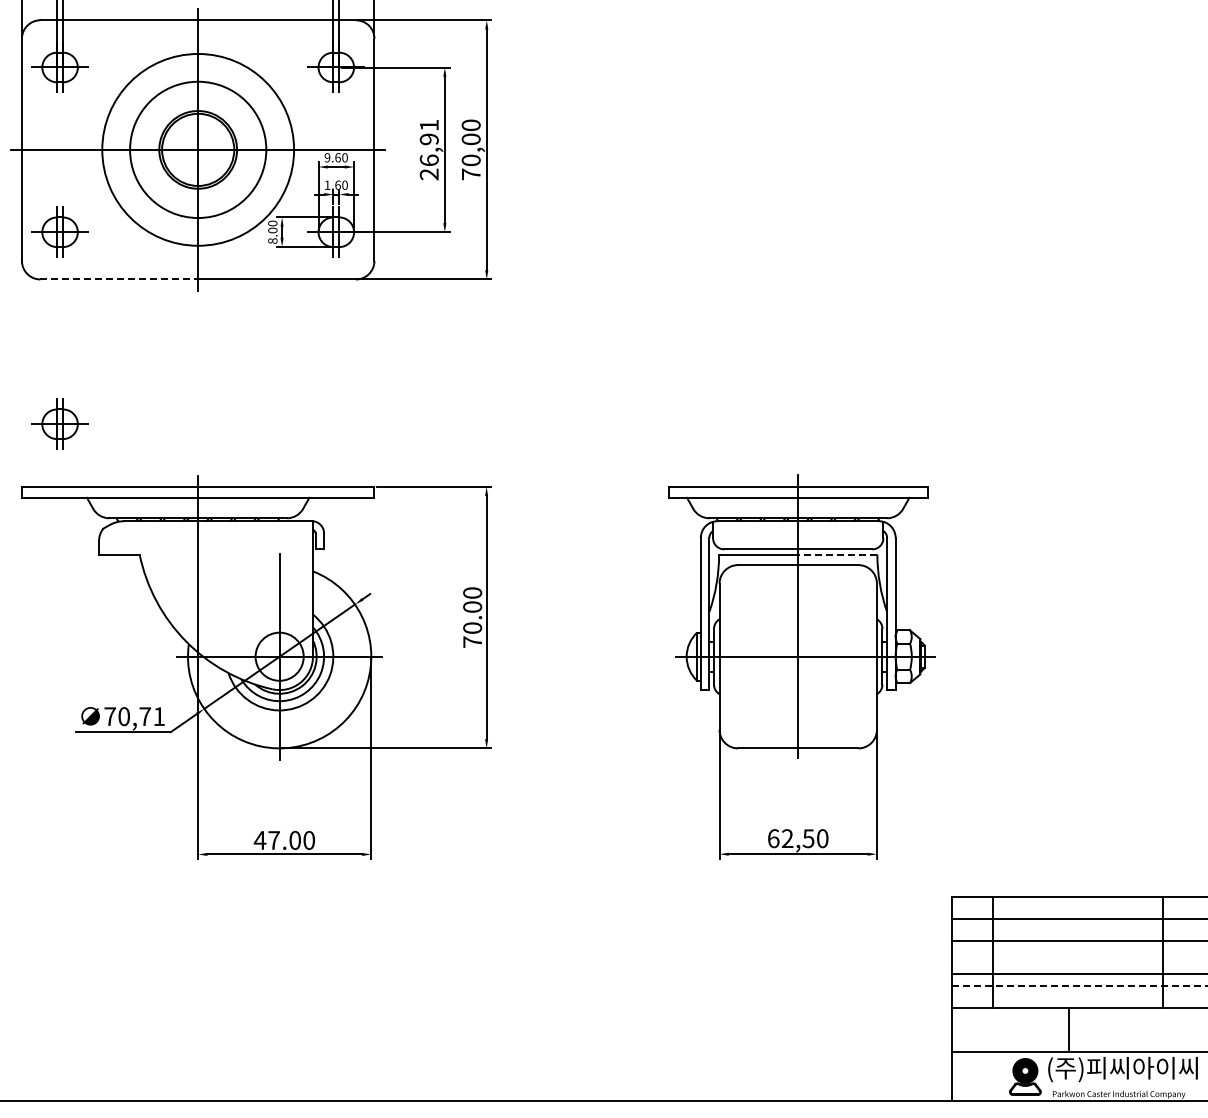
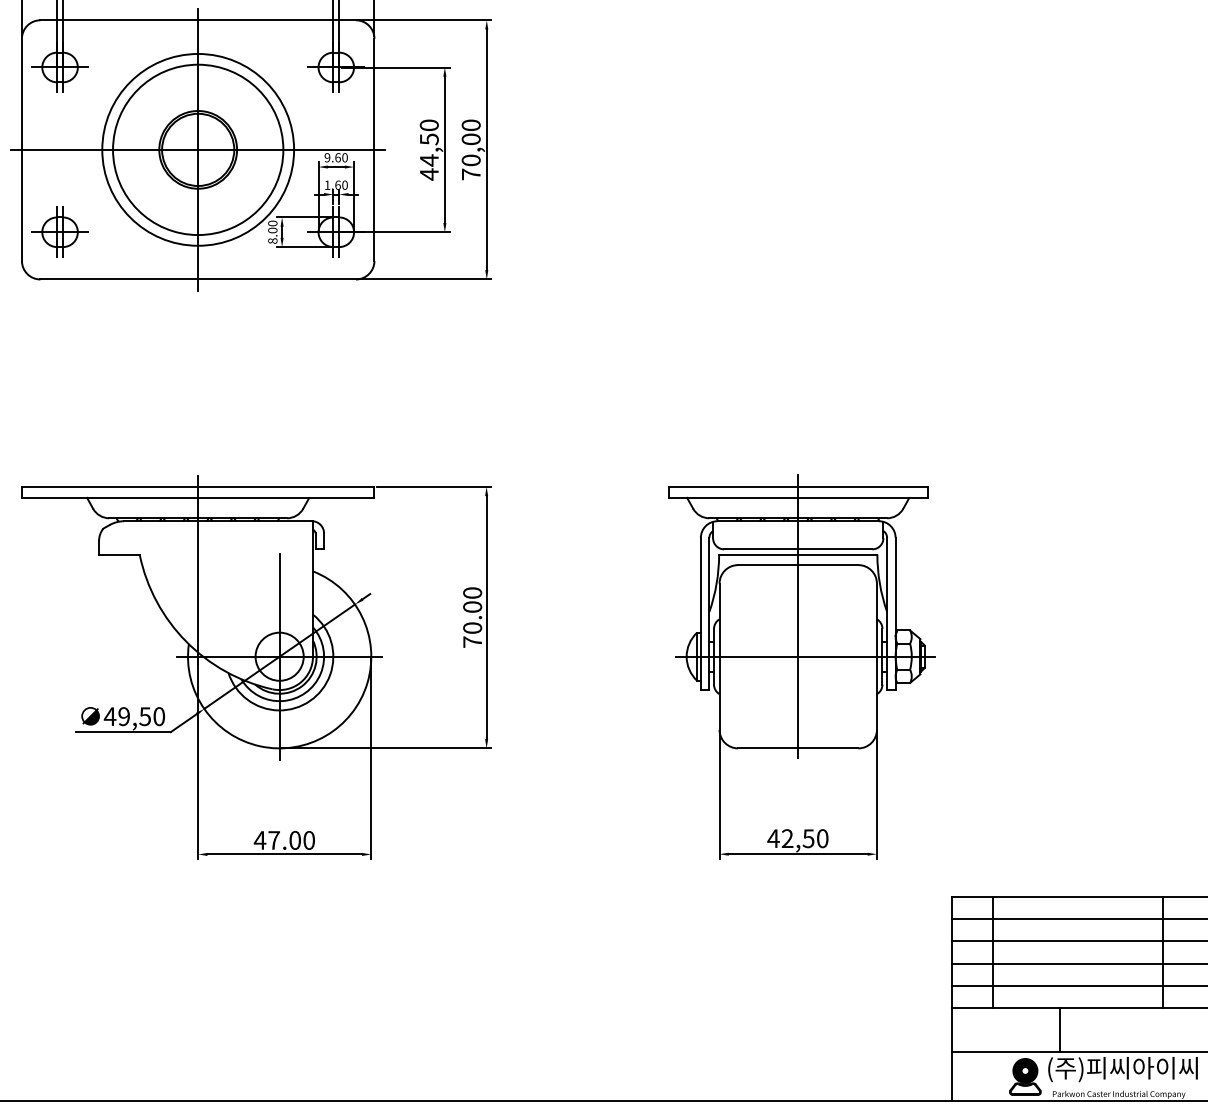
circle at (198, 149) diameter: 136 px -> 170 px
text at (428, 149): 26,91 -> 44,50
line at (119, 279): dashed -> solid
part at (59, 423): present -> none
line at (837, 554): dashed -> solid
text at (134, 716): 70,71 -> 49,50
text at (773, 838): 62,50 -> 42,50
line at (1078, 973) position: (1078, 973) -> (1078, 963)
line at (1080, 985): dashed -> solid
line at (1068, 1030) position: (1068, 1030) -> (1059, 1030)
